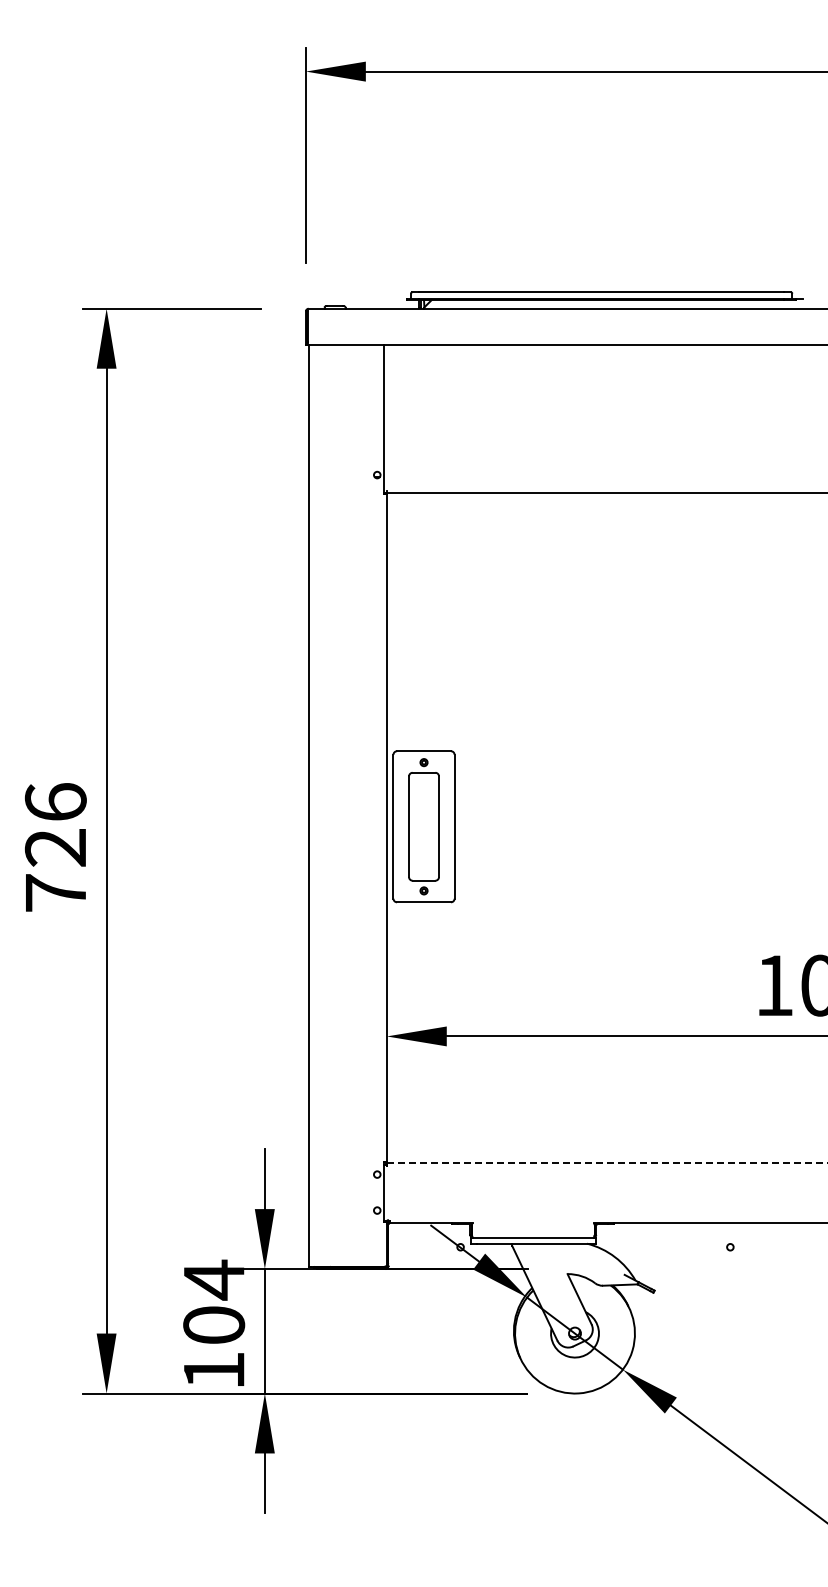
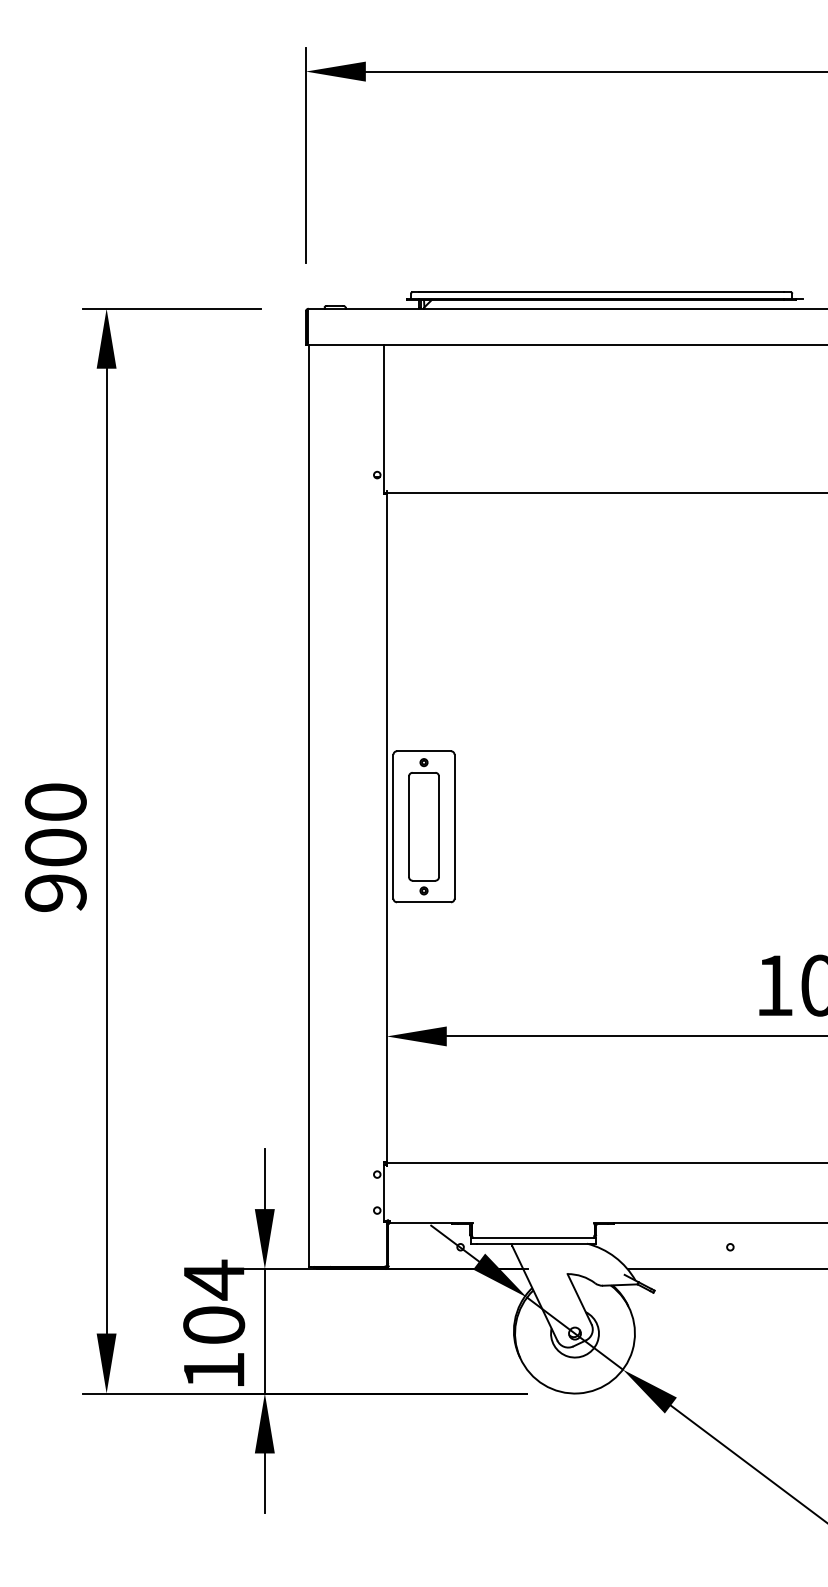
text at (55, 847): 726 -> 900
line at (607, 1163): dashed -> solid
line at (725, 1269): none -> present
